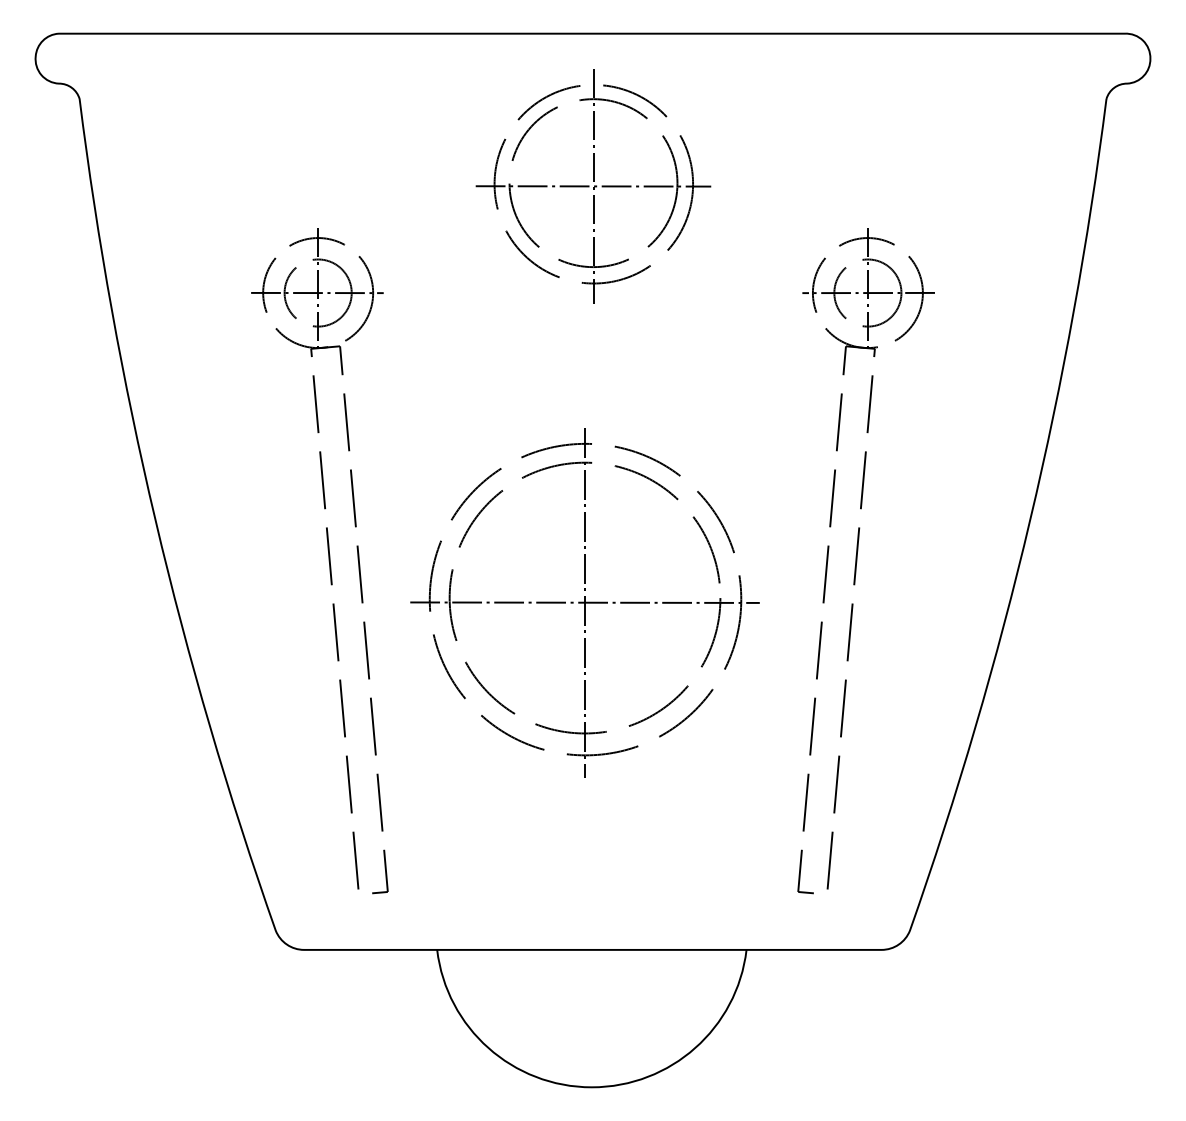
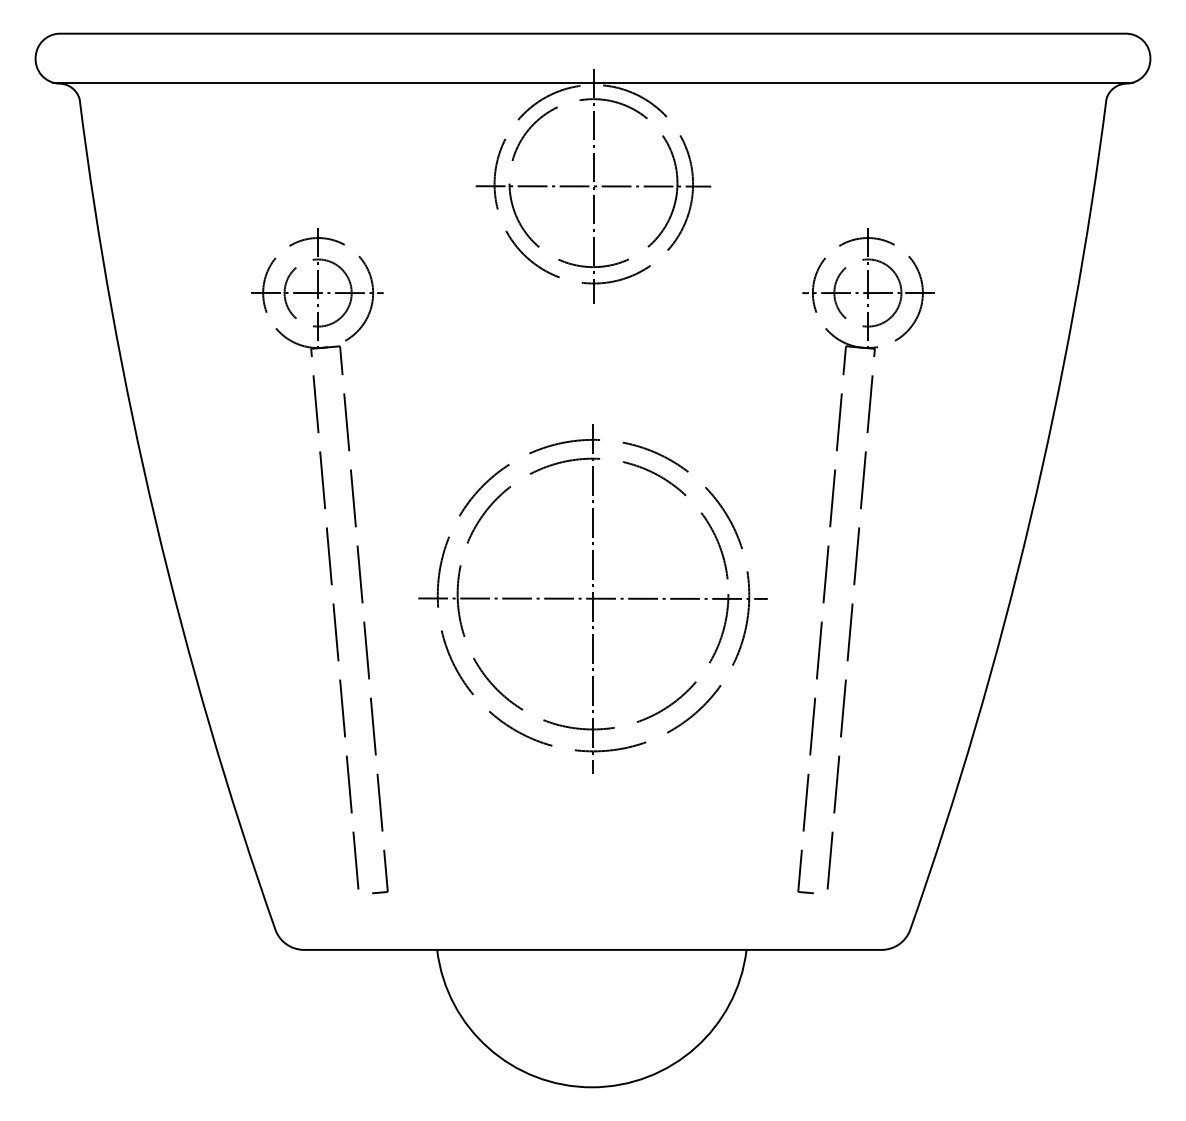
line at (592, 82): none -> present
part at (584, 602) position: (584, 602) -> (592, 598)
